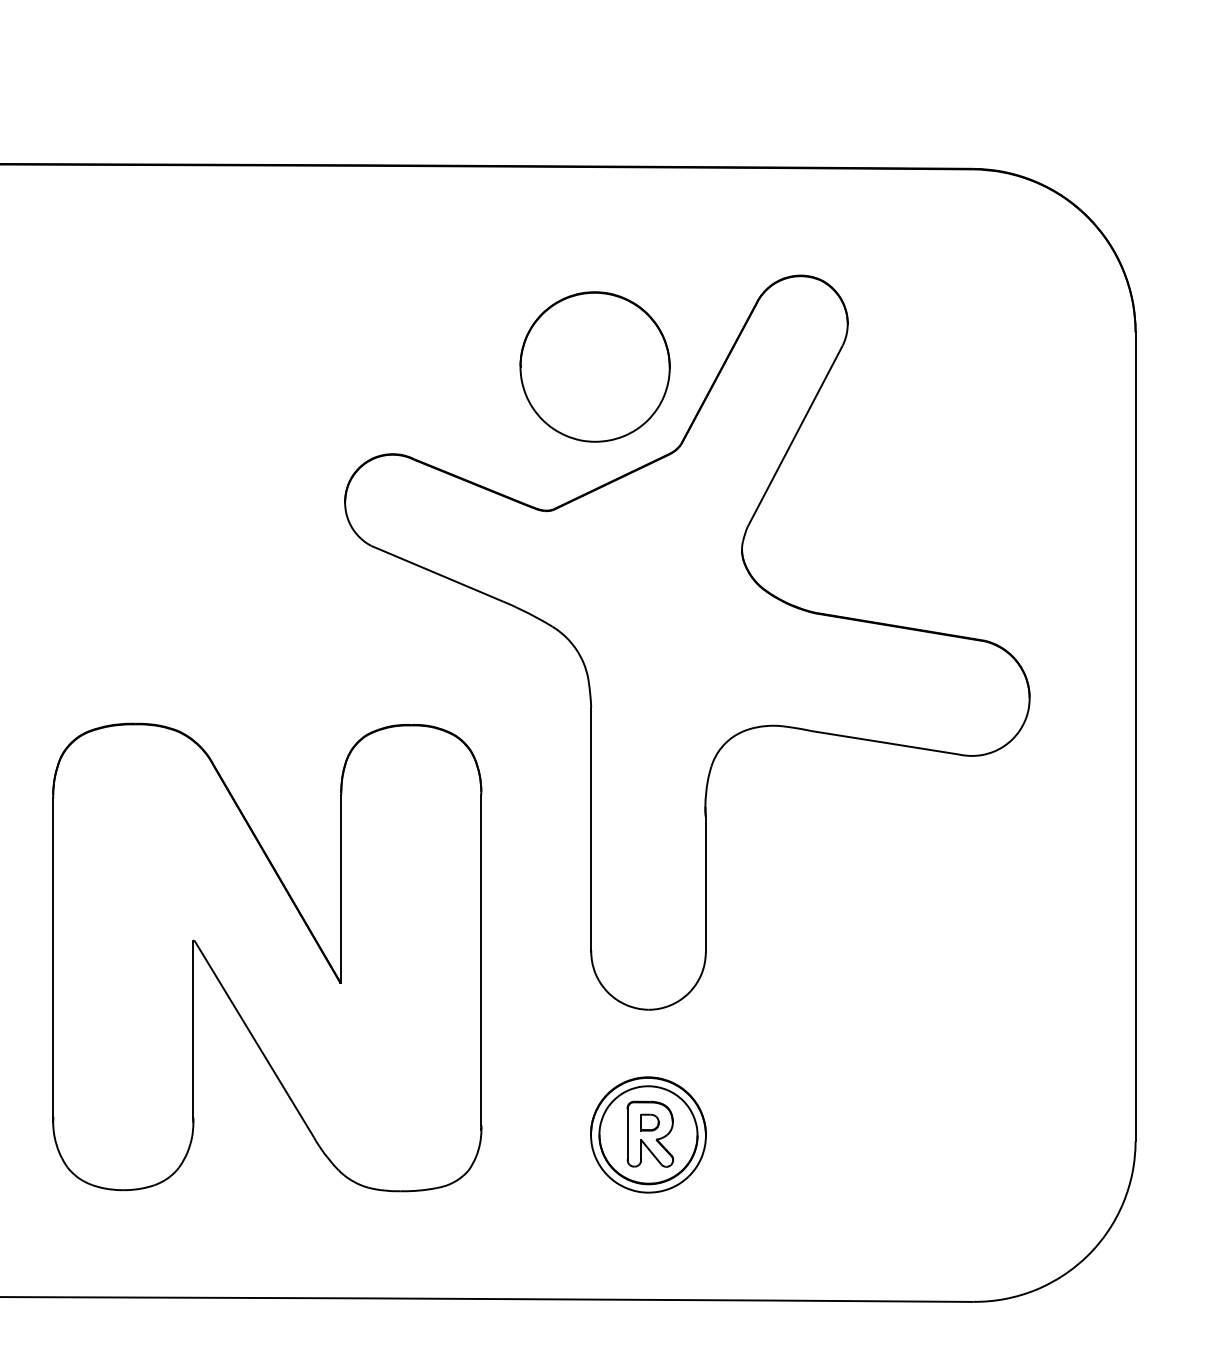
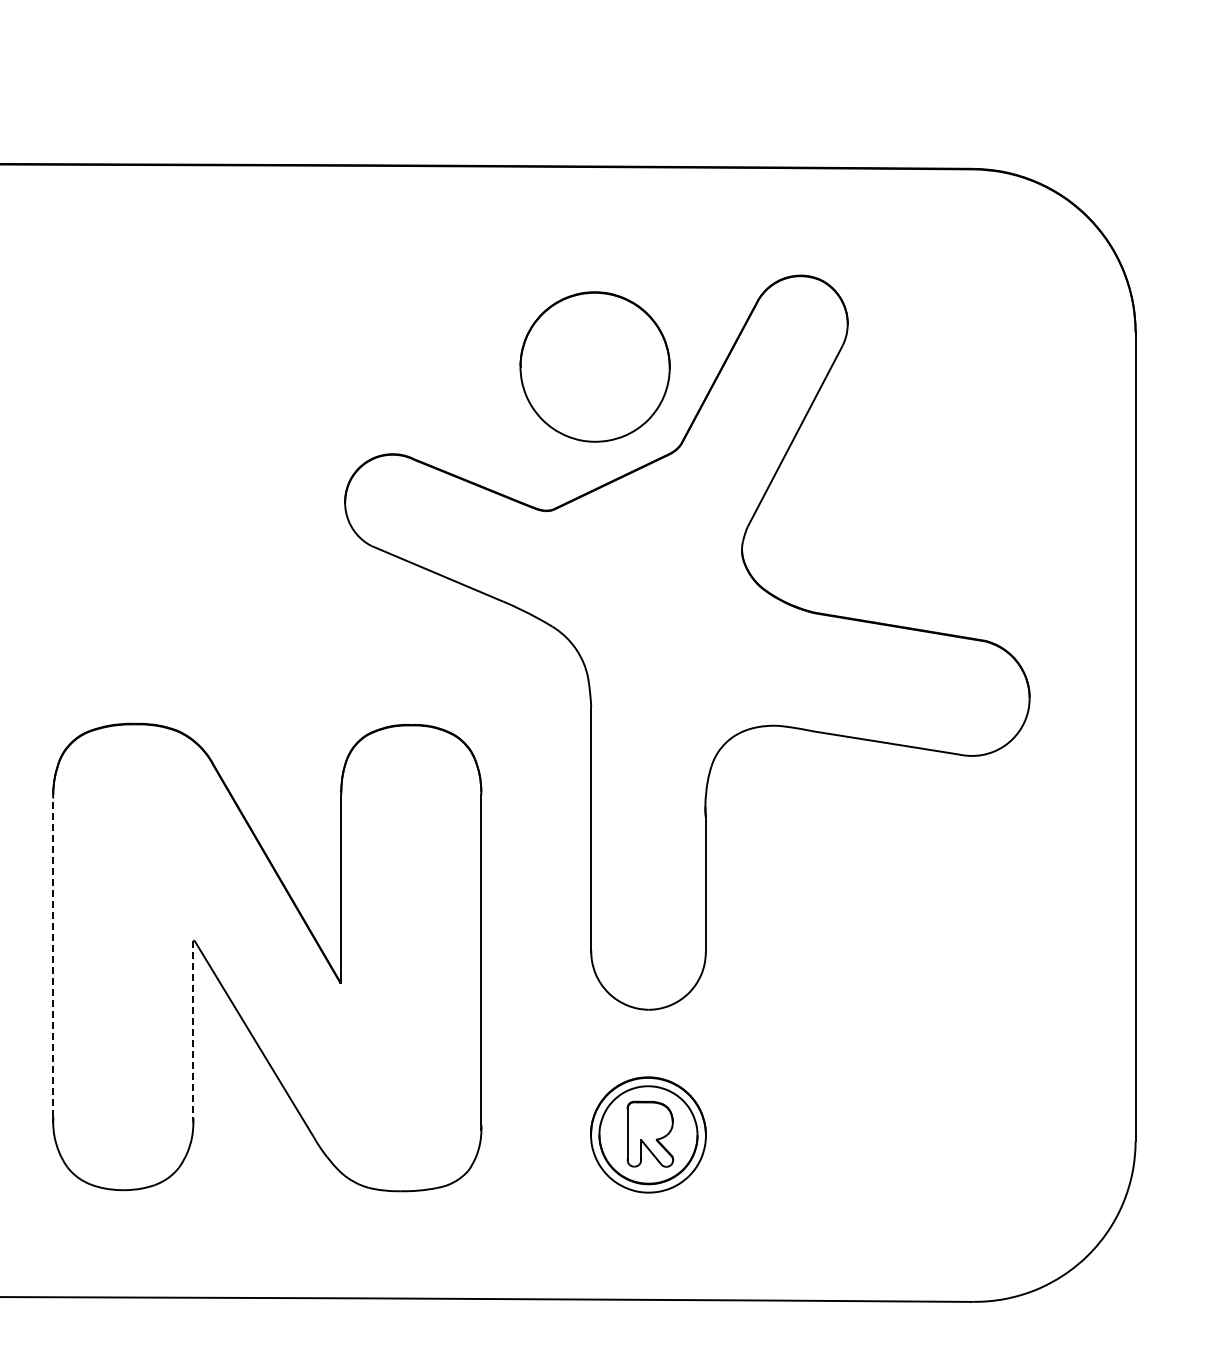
line at (53, 957): solid -> dashed
line at (193, 1029): solid -> dashed
part at (649, 1122): present -> none
